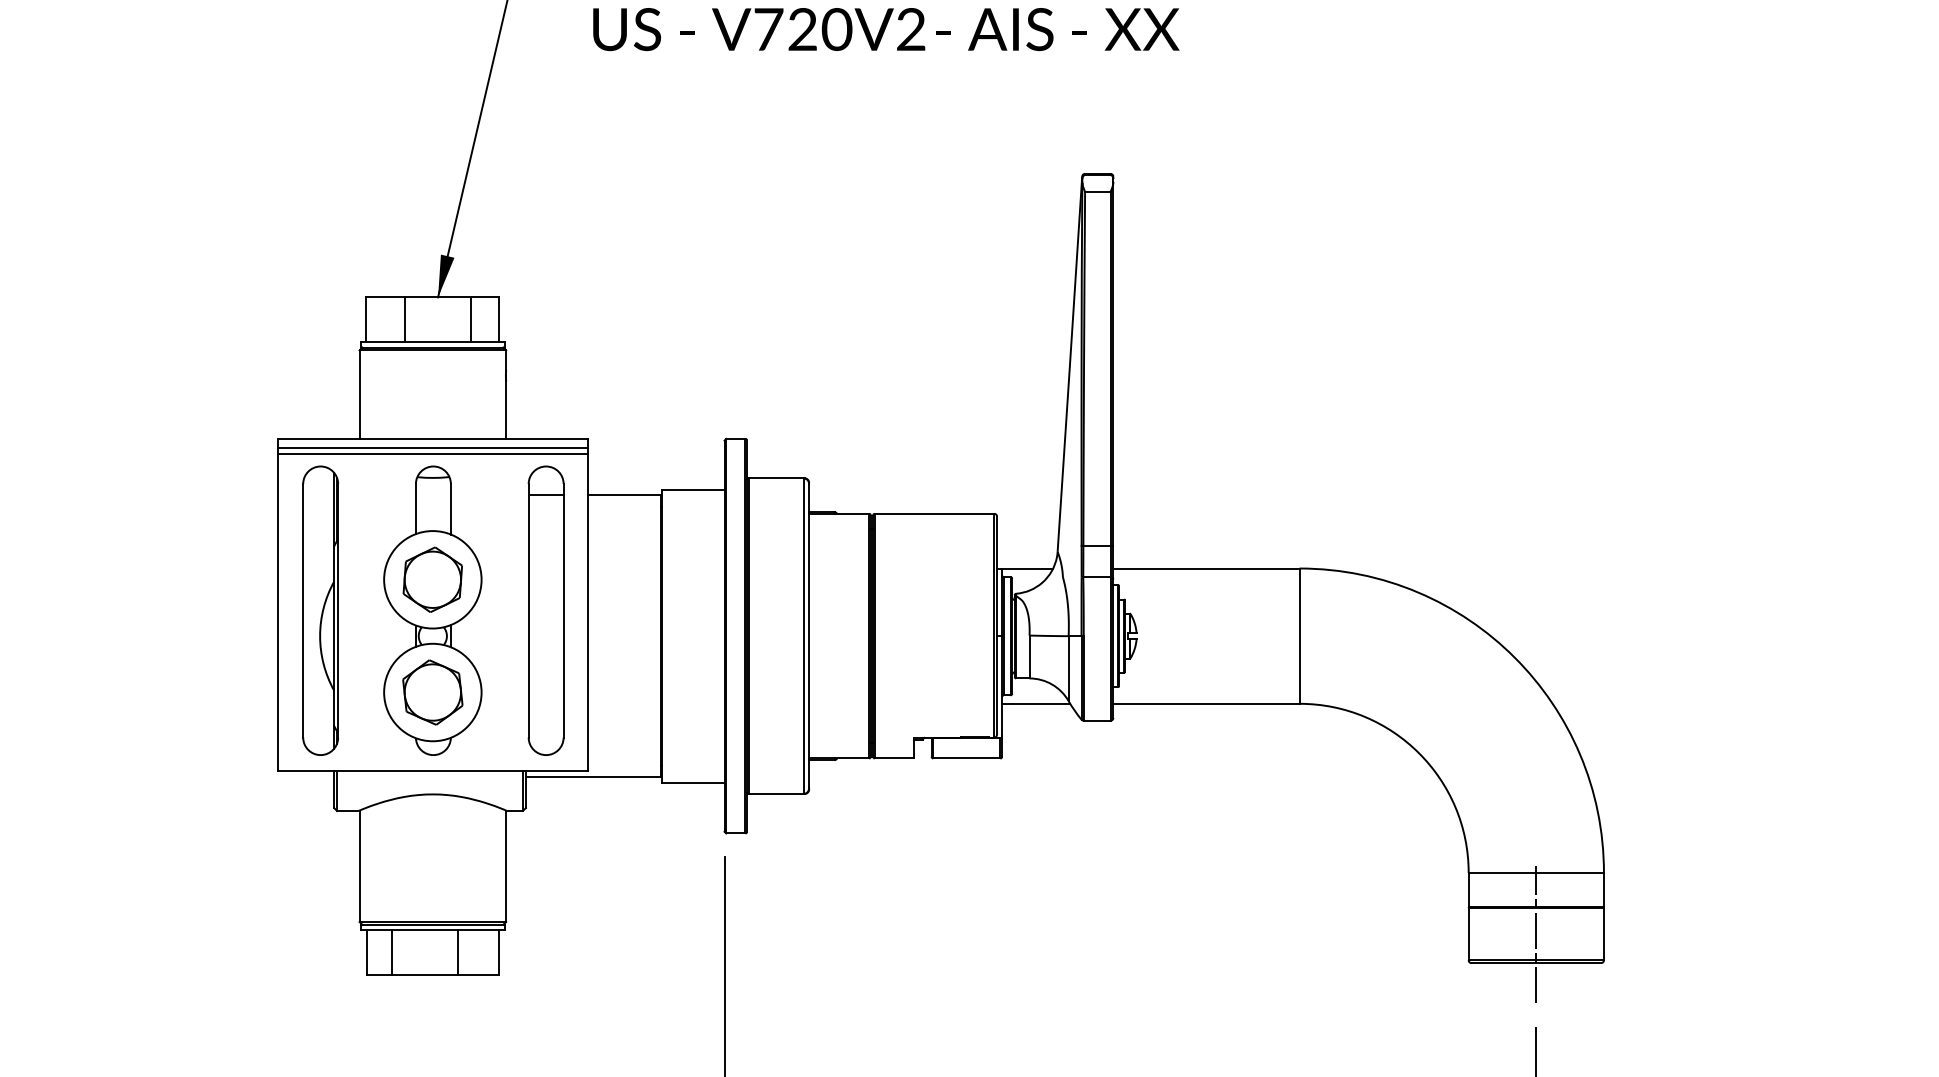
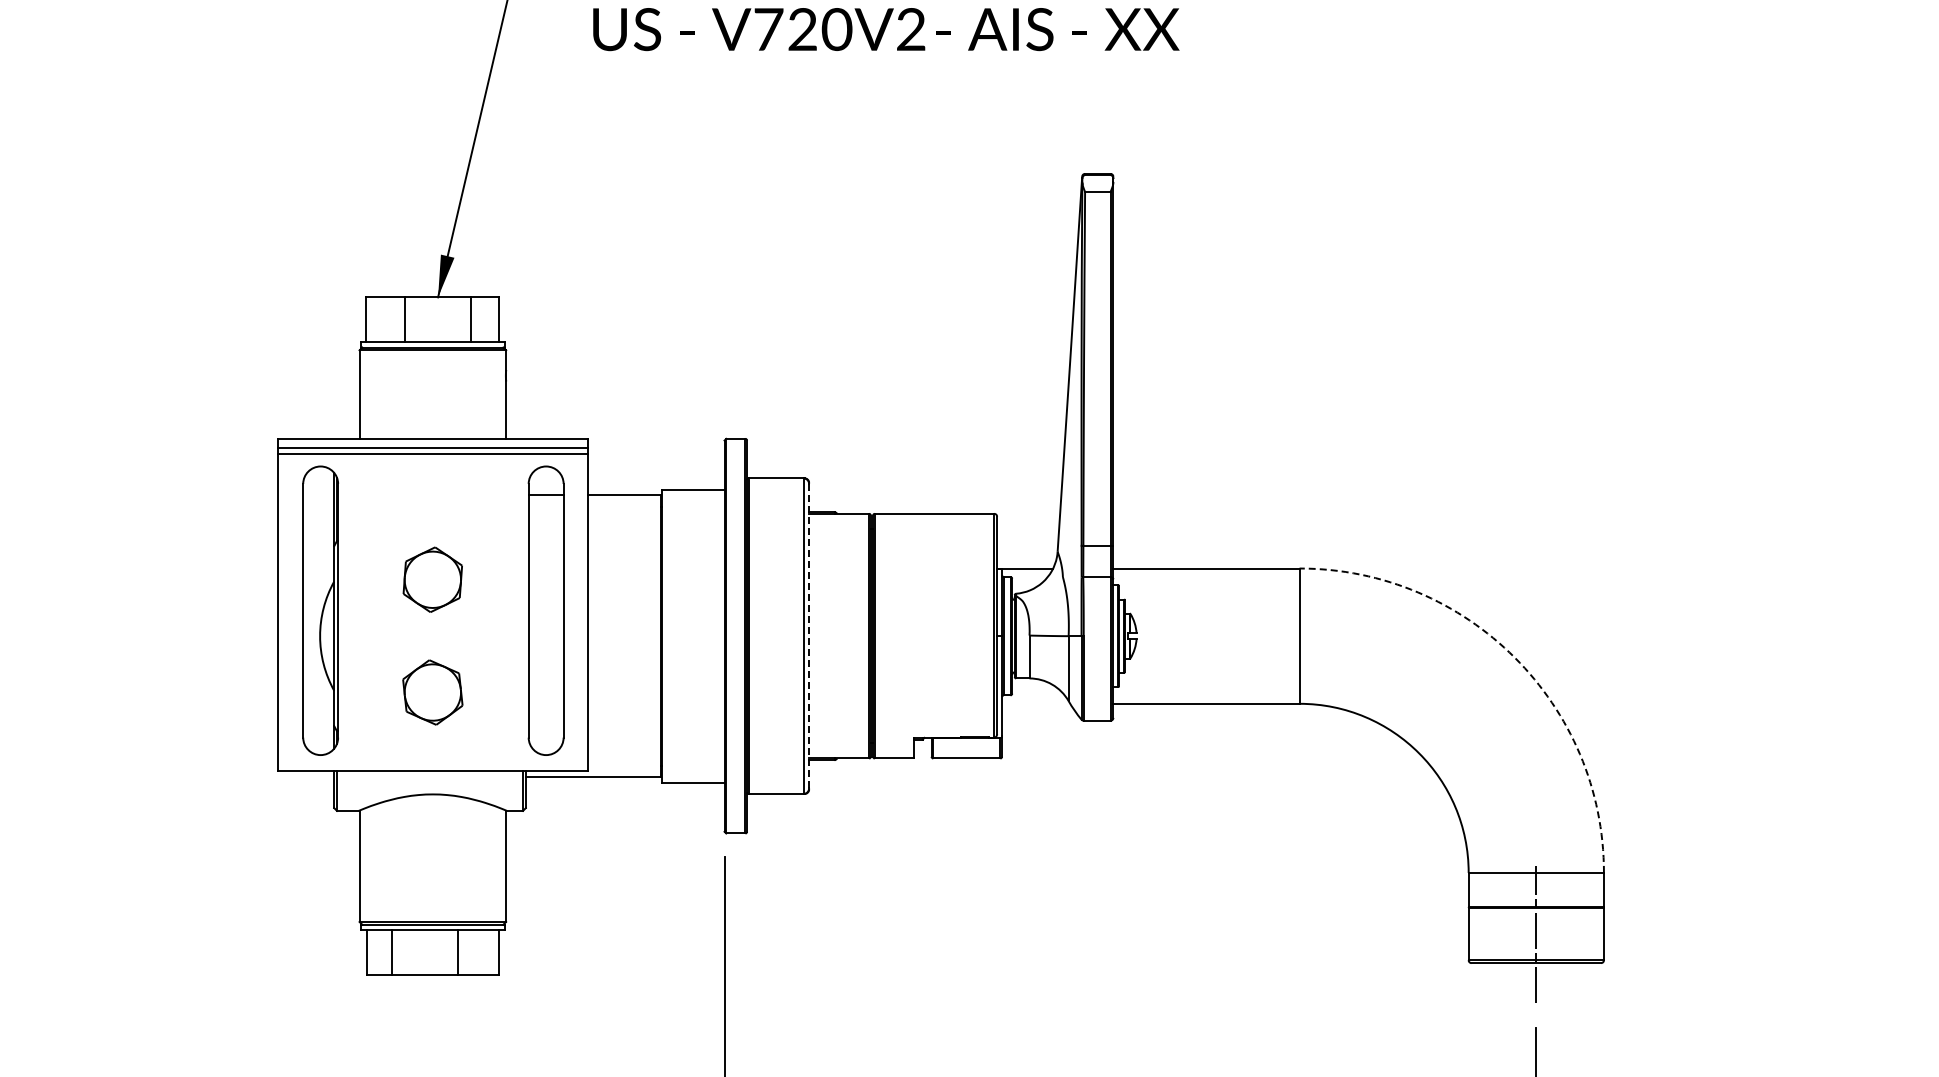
part at (432, 610): present -> none
line at (809, 636): solid -> dashed
arc at (1514, 657): solid -> dashed
line at (1036, 703): present -> none
